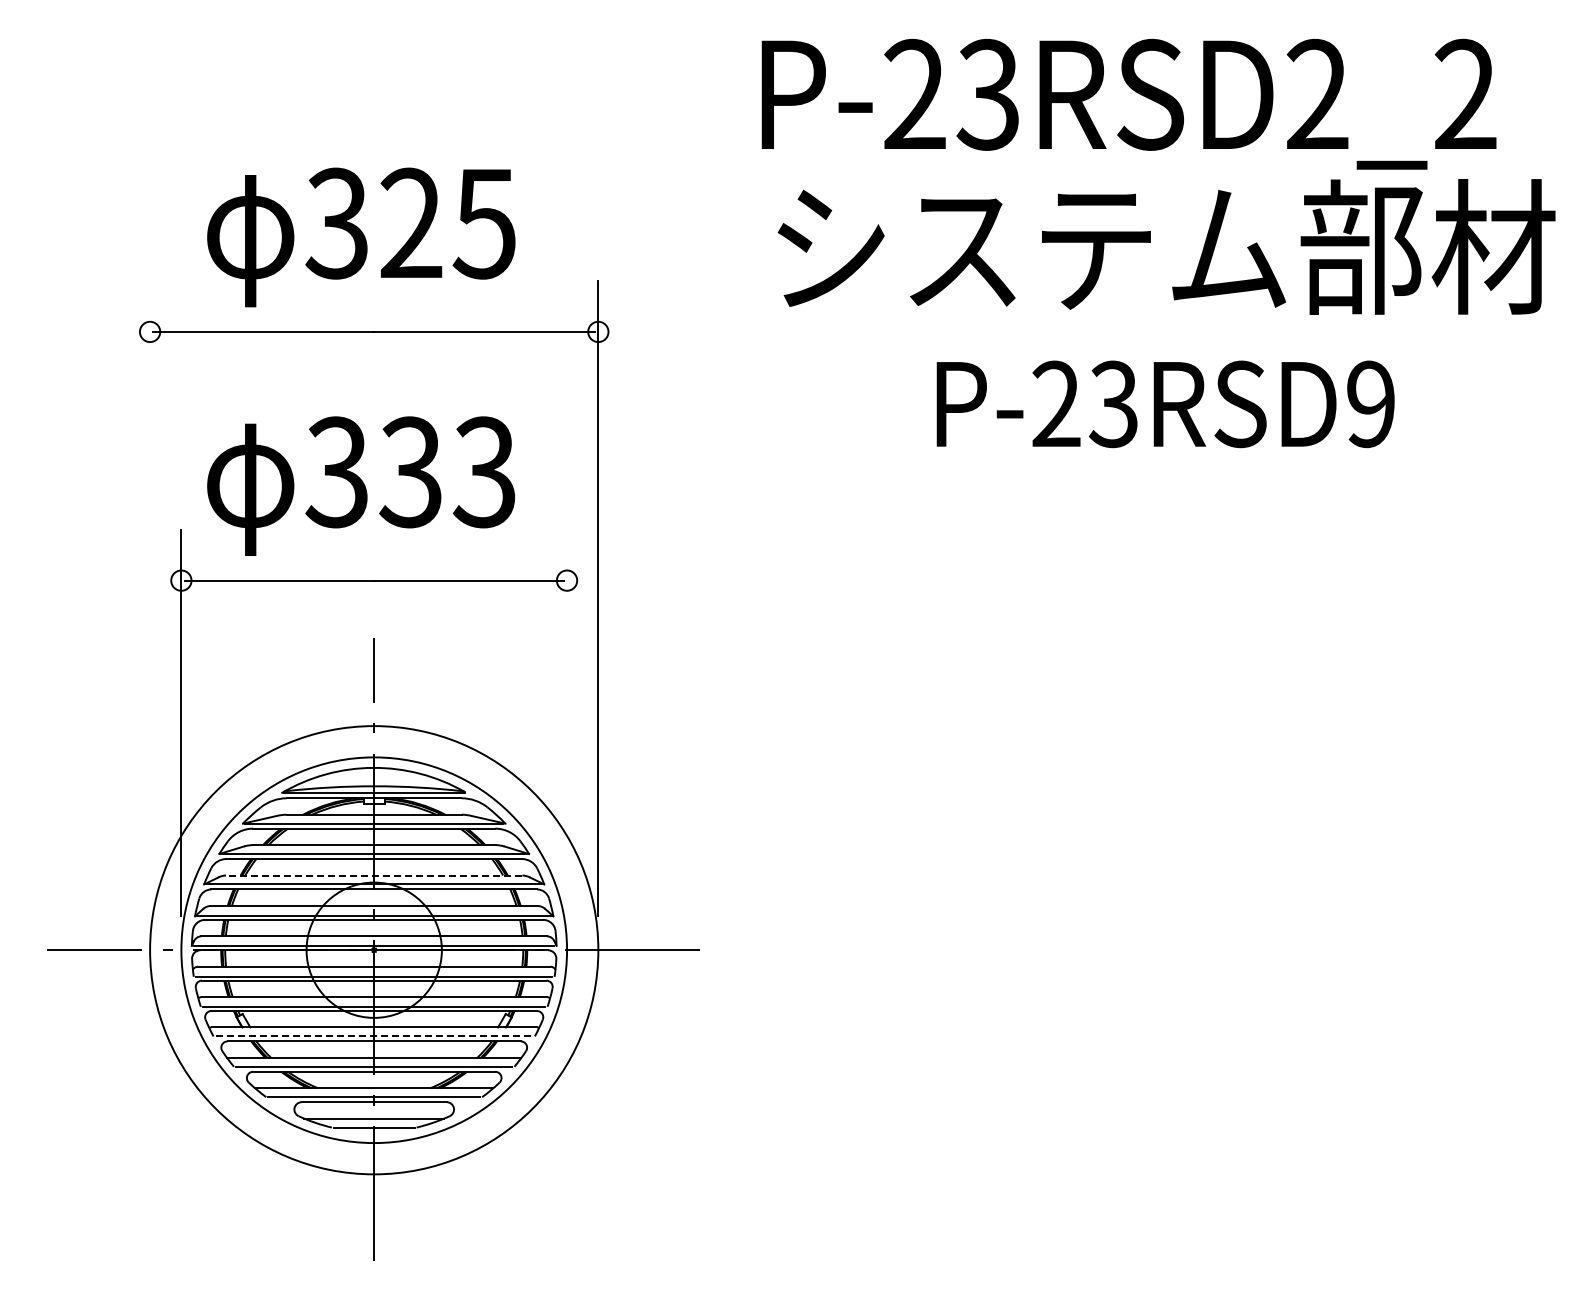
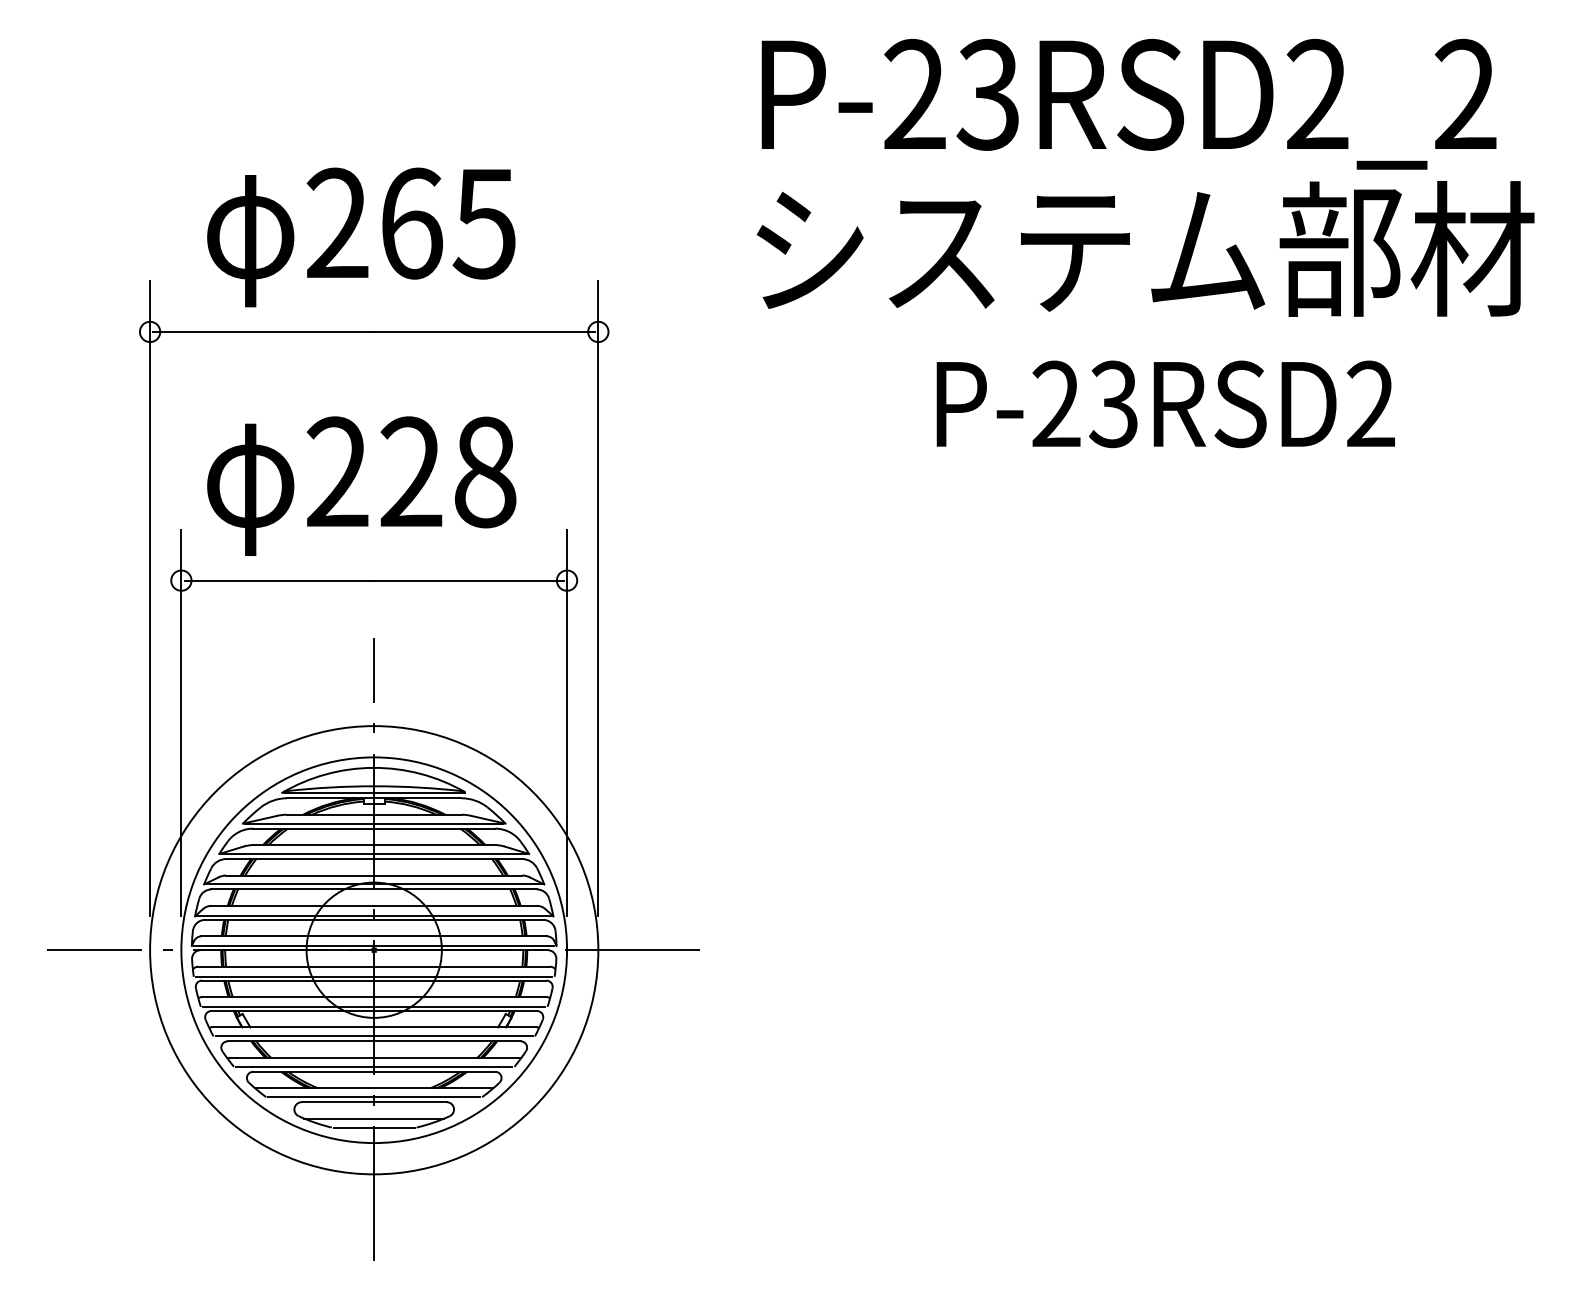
text at (373, 223): 325 -> 265
text at (1166, 246) position: (1166, 246) -> (1145, 248)
text at (1370, 404): P-23RSD9 -> P-23RSD2
text at (410, 472): 333 -> 228
line at (150, 598): none -> present
line at (567, 722): none -> present
line at (373, 875): dashed -> solid
line at (374, 1036): dashed -> solid
